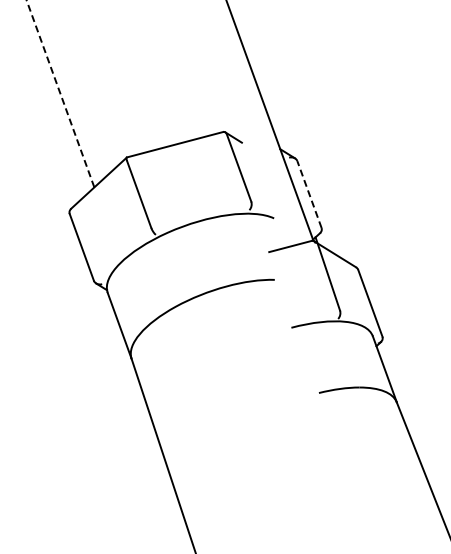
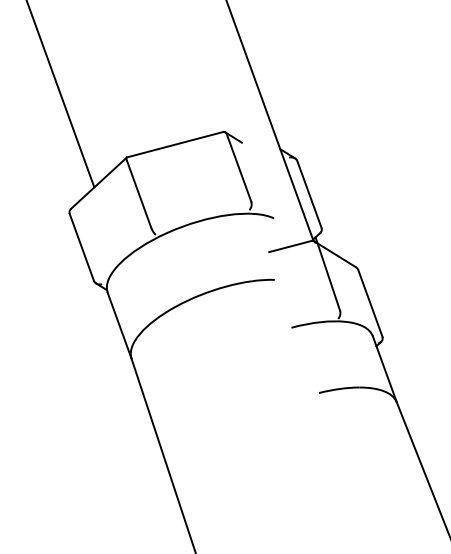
line at (60, 93): dashed -> solid
line at (309, 194): dashed -> solid
